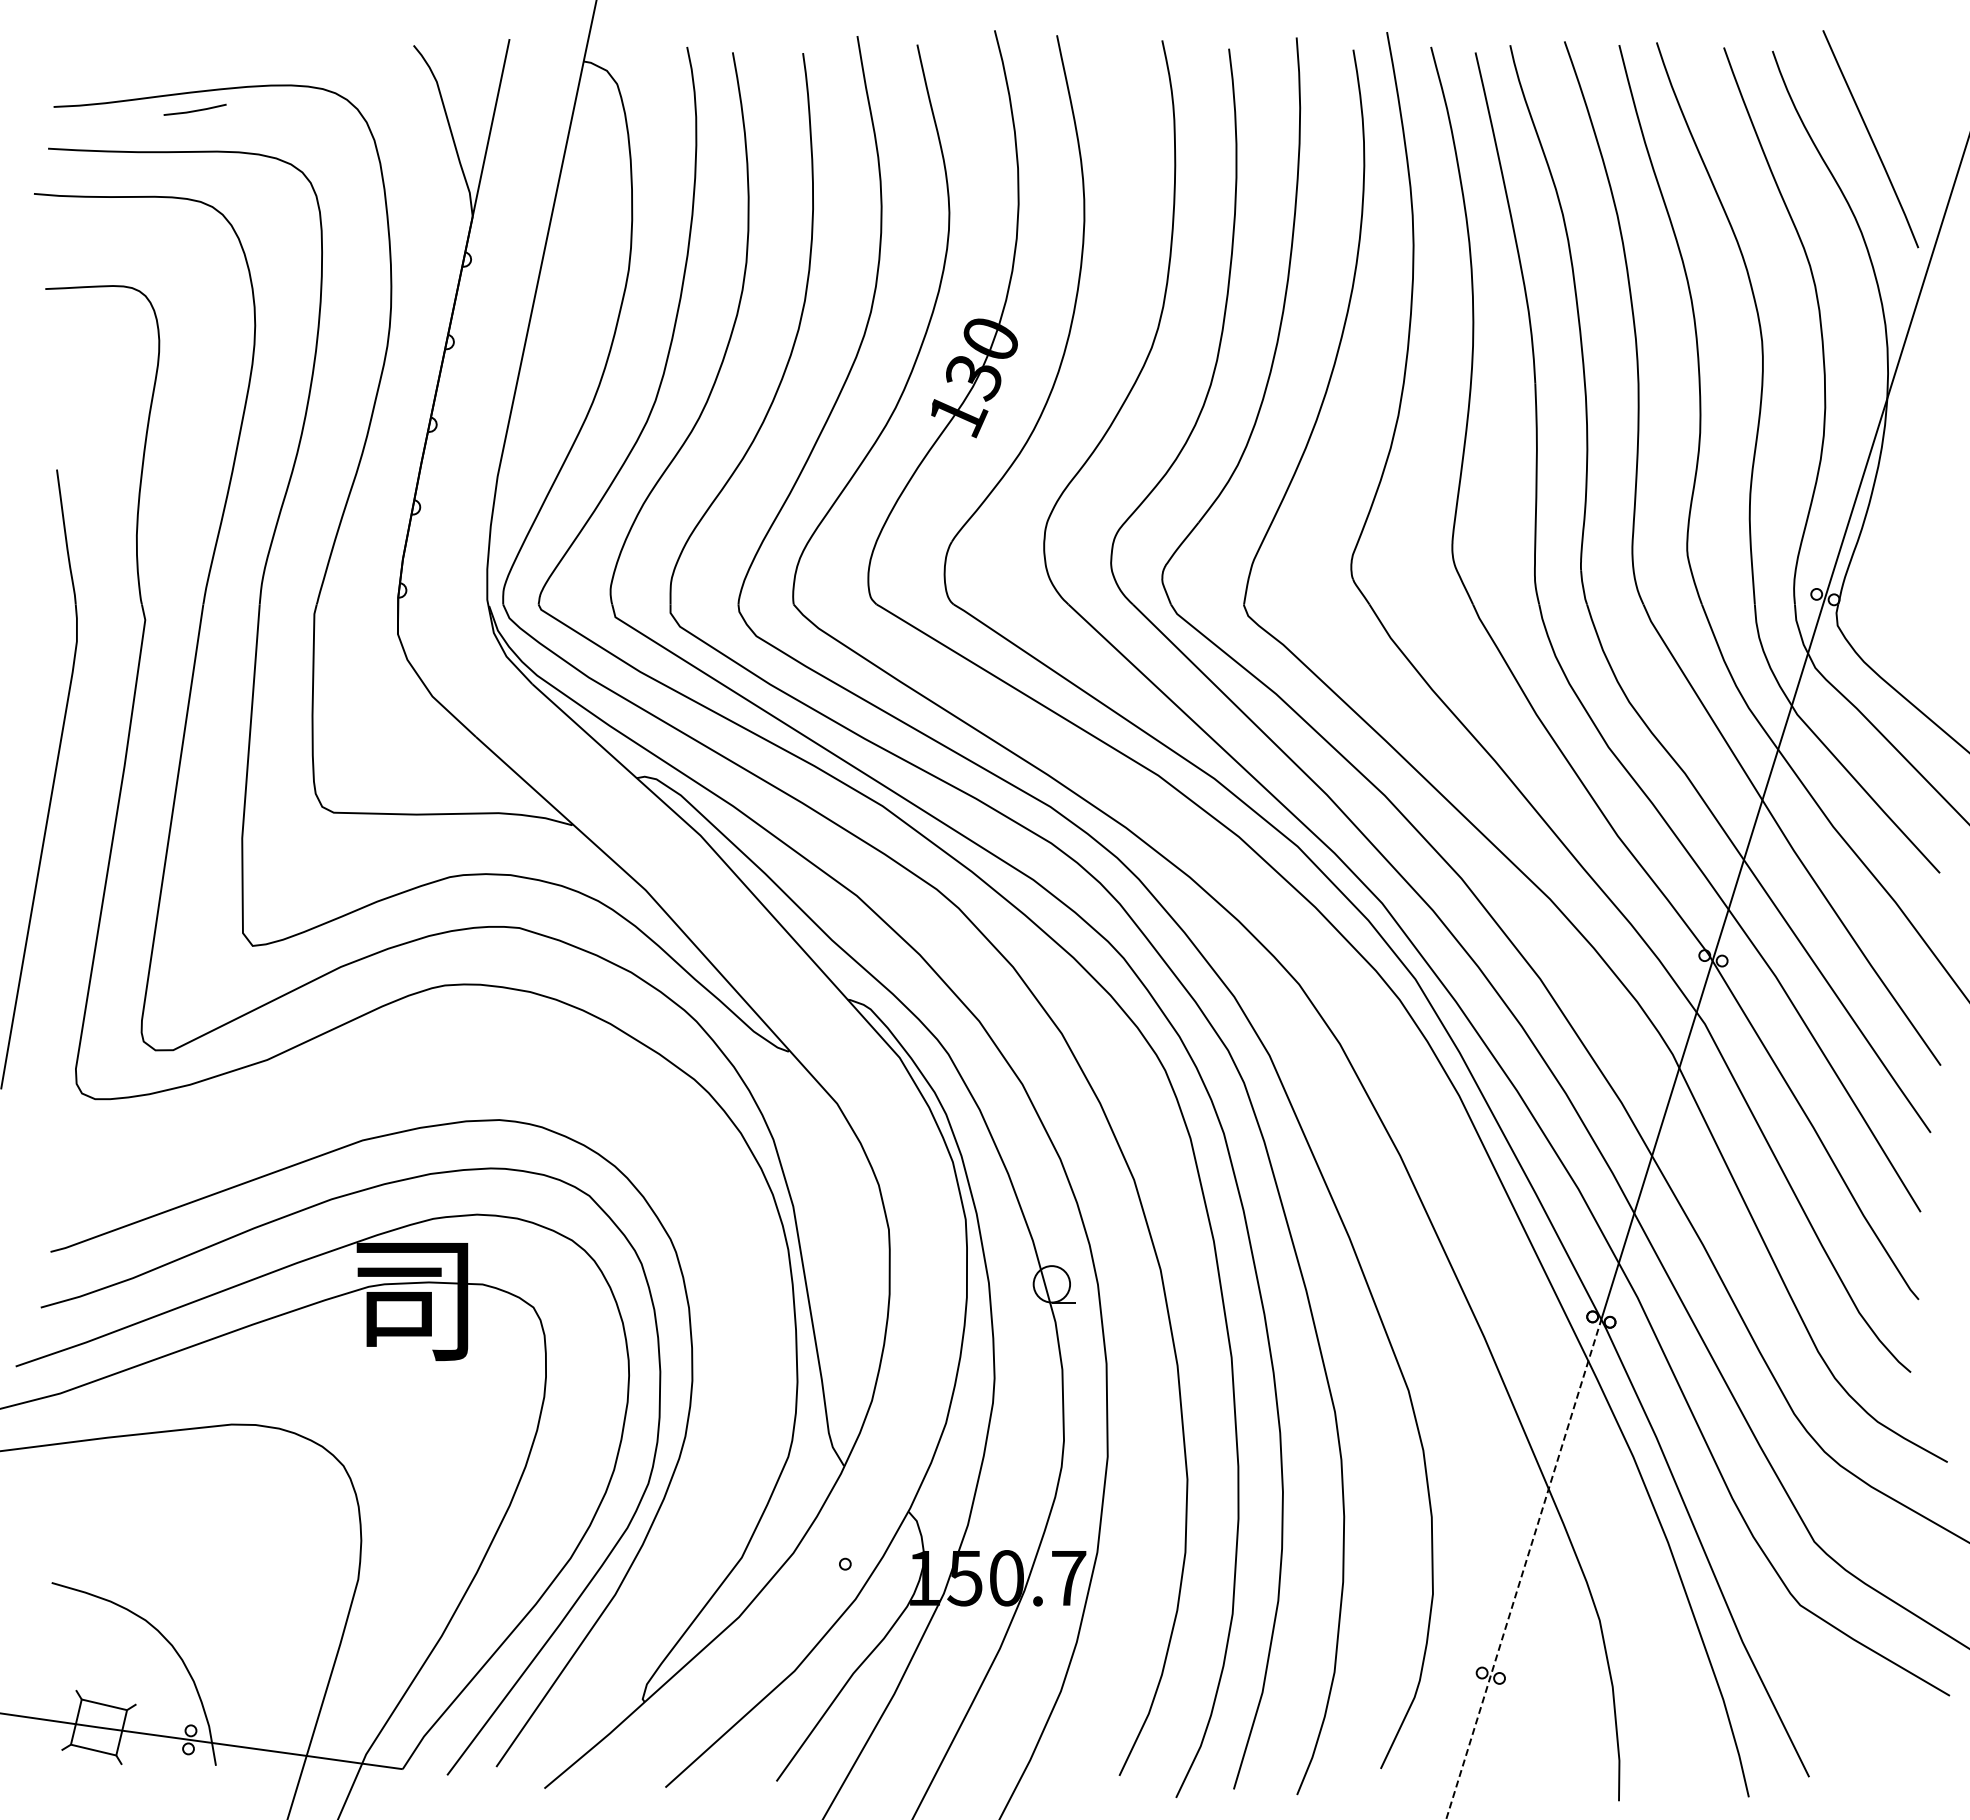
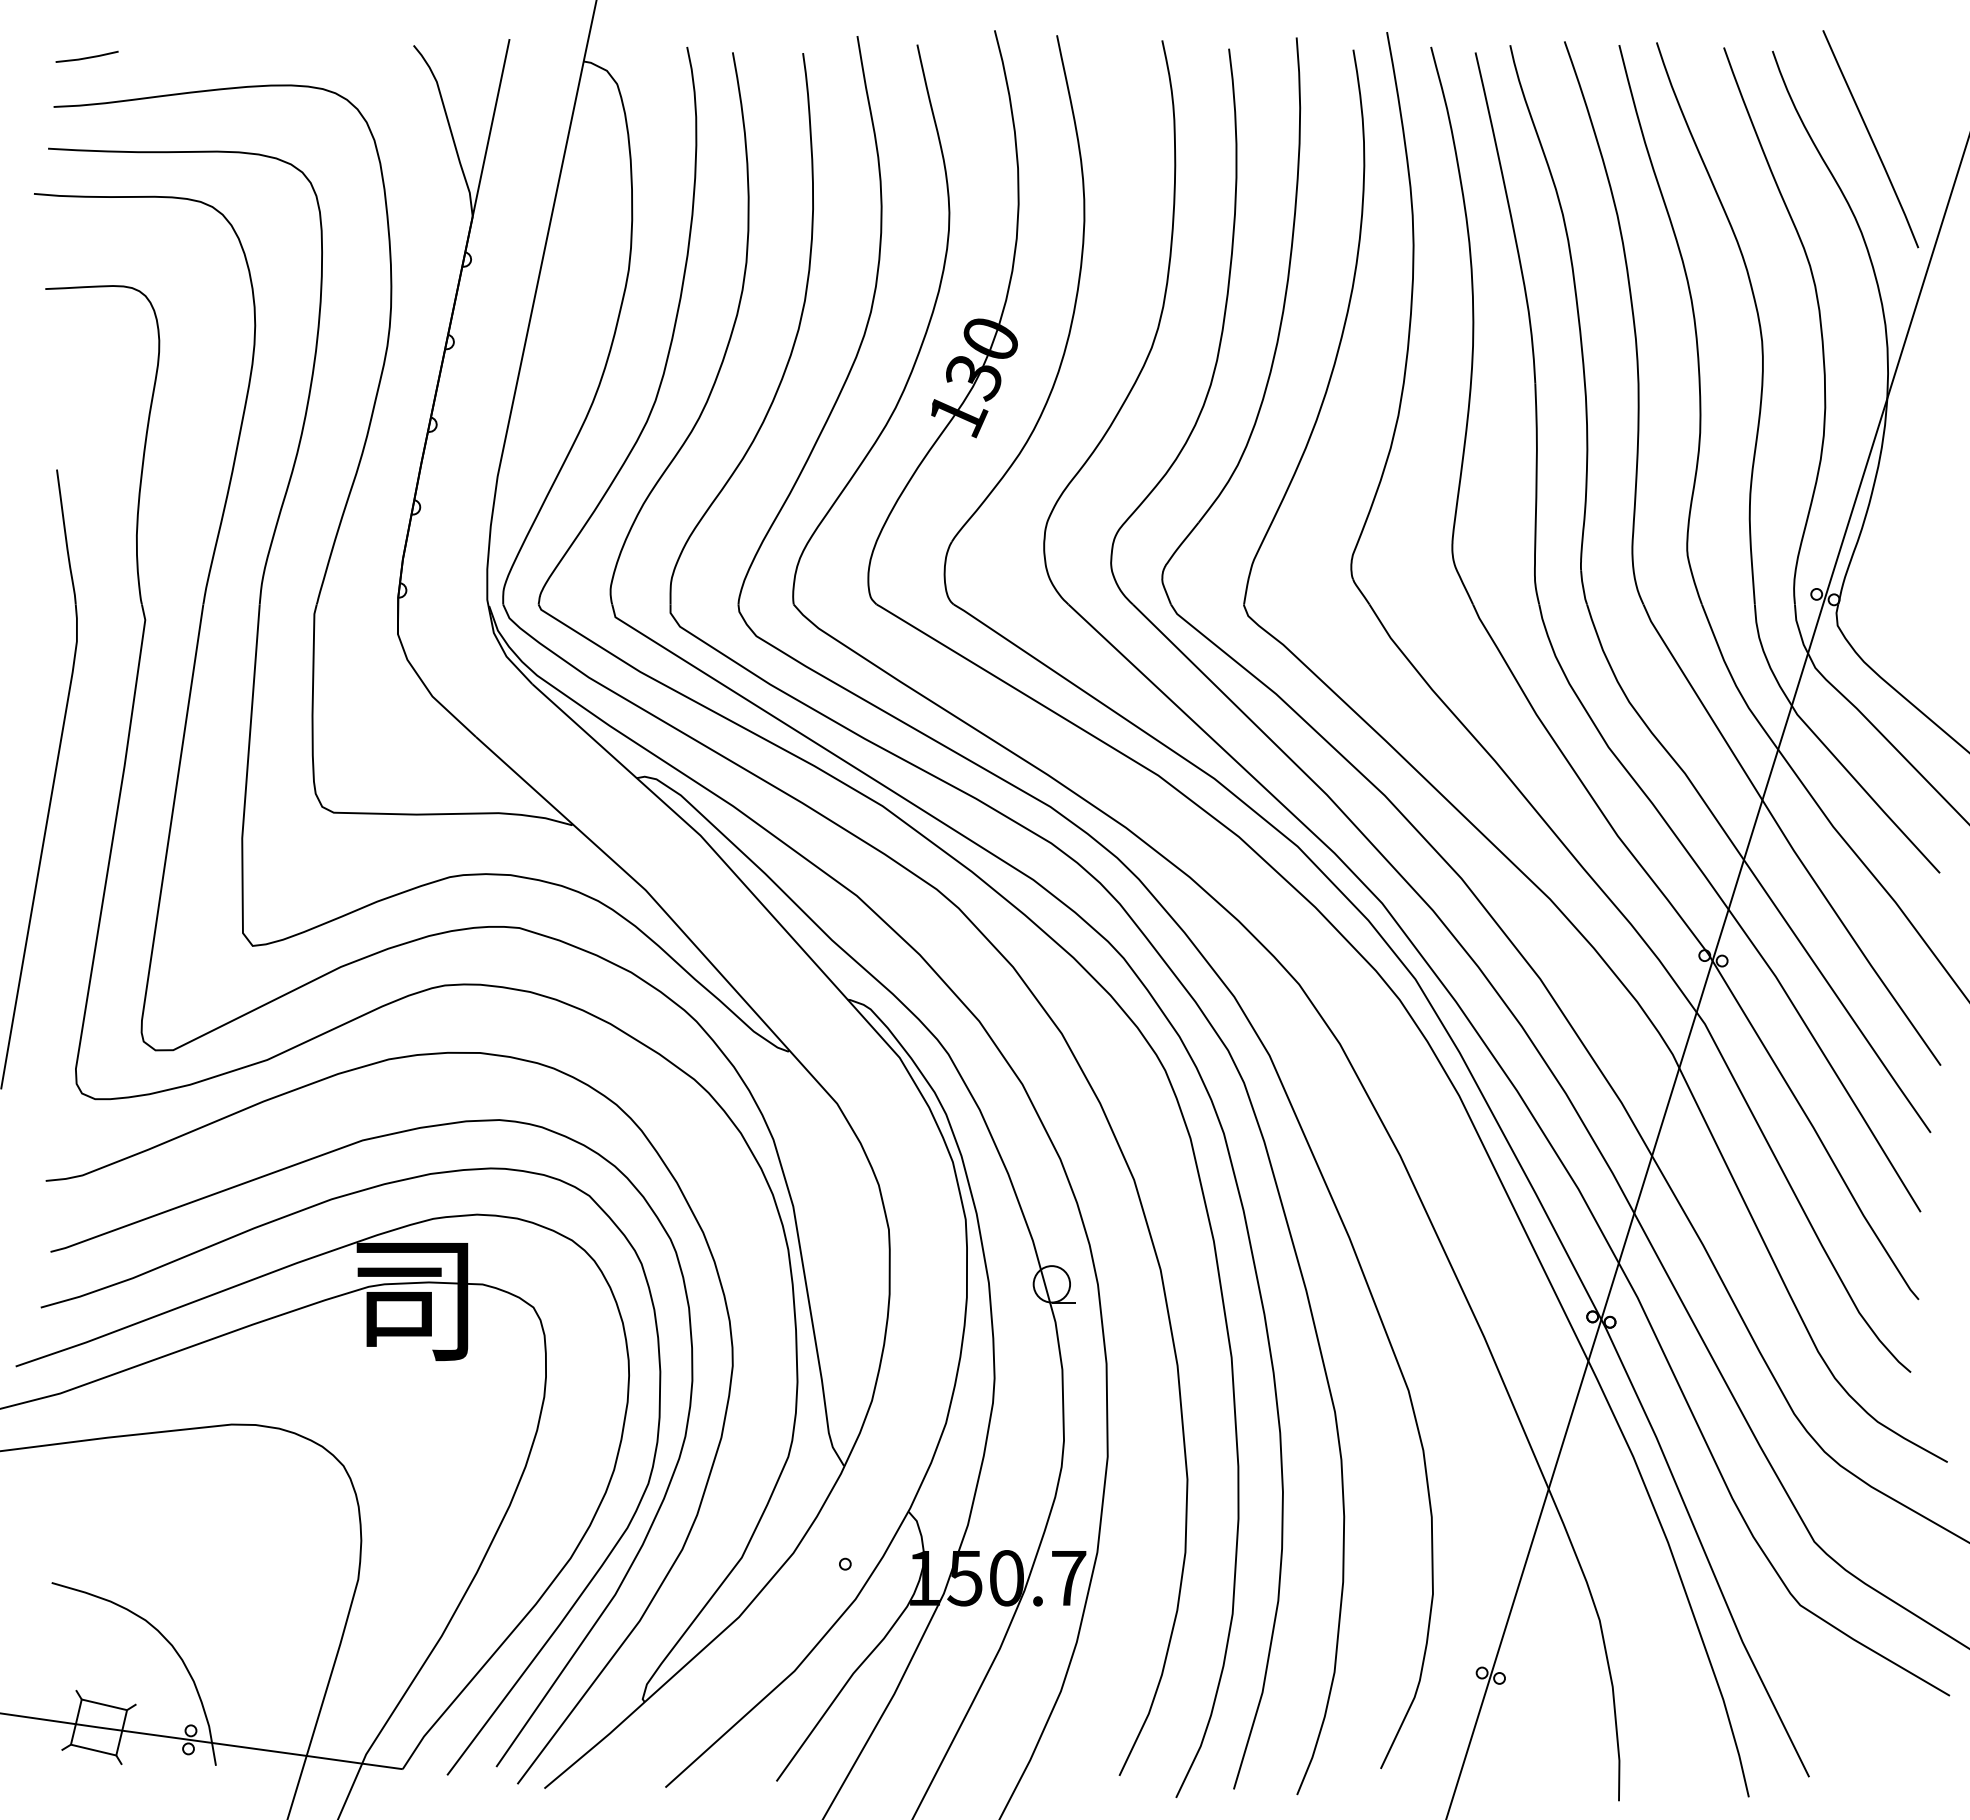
line at (194, 110) position: (194, 110) -> (86, 57)
line at (1524, 1568): dashed -> solid
curve at (662, 1580): none -> present
